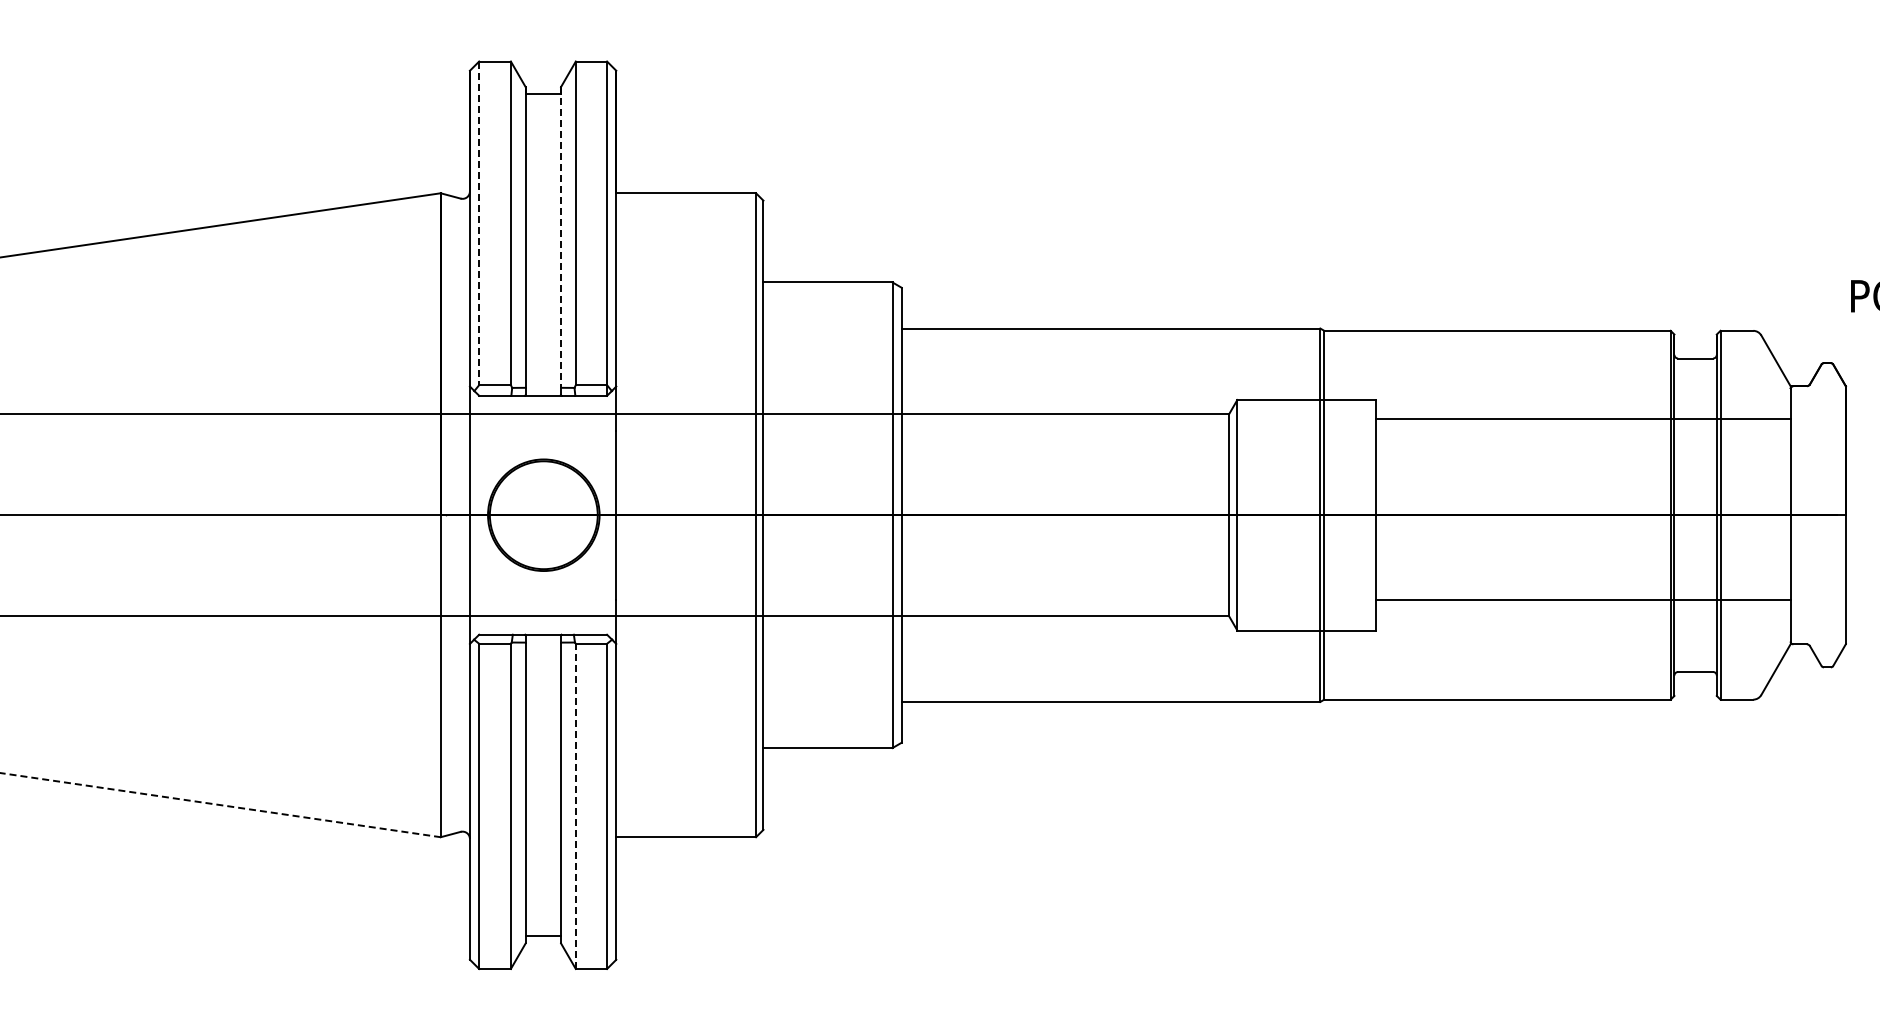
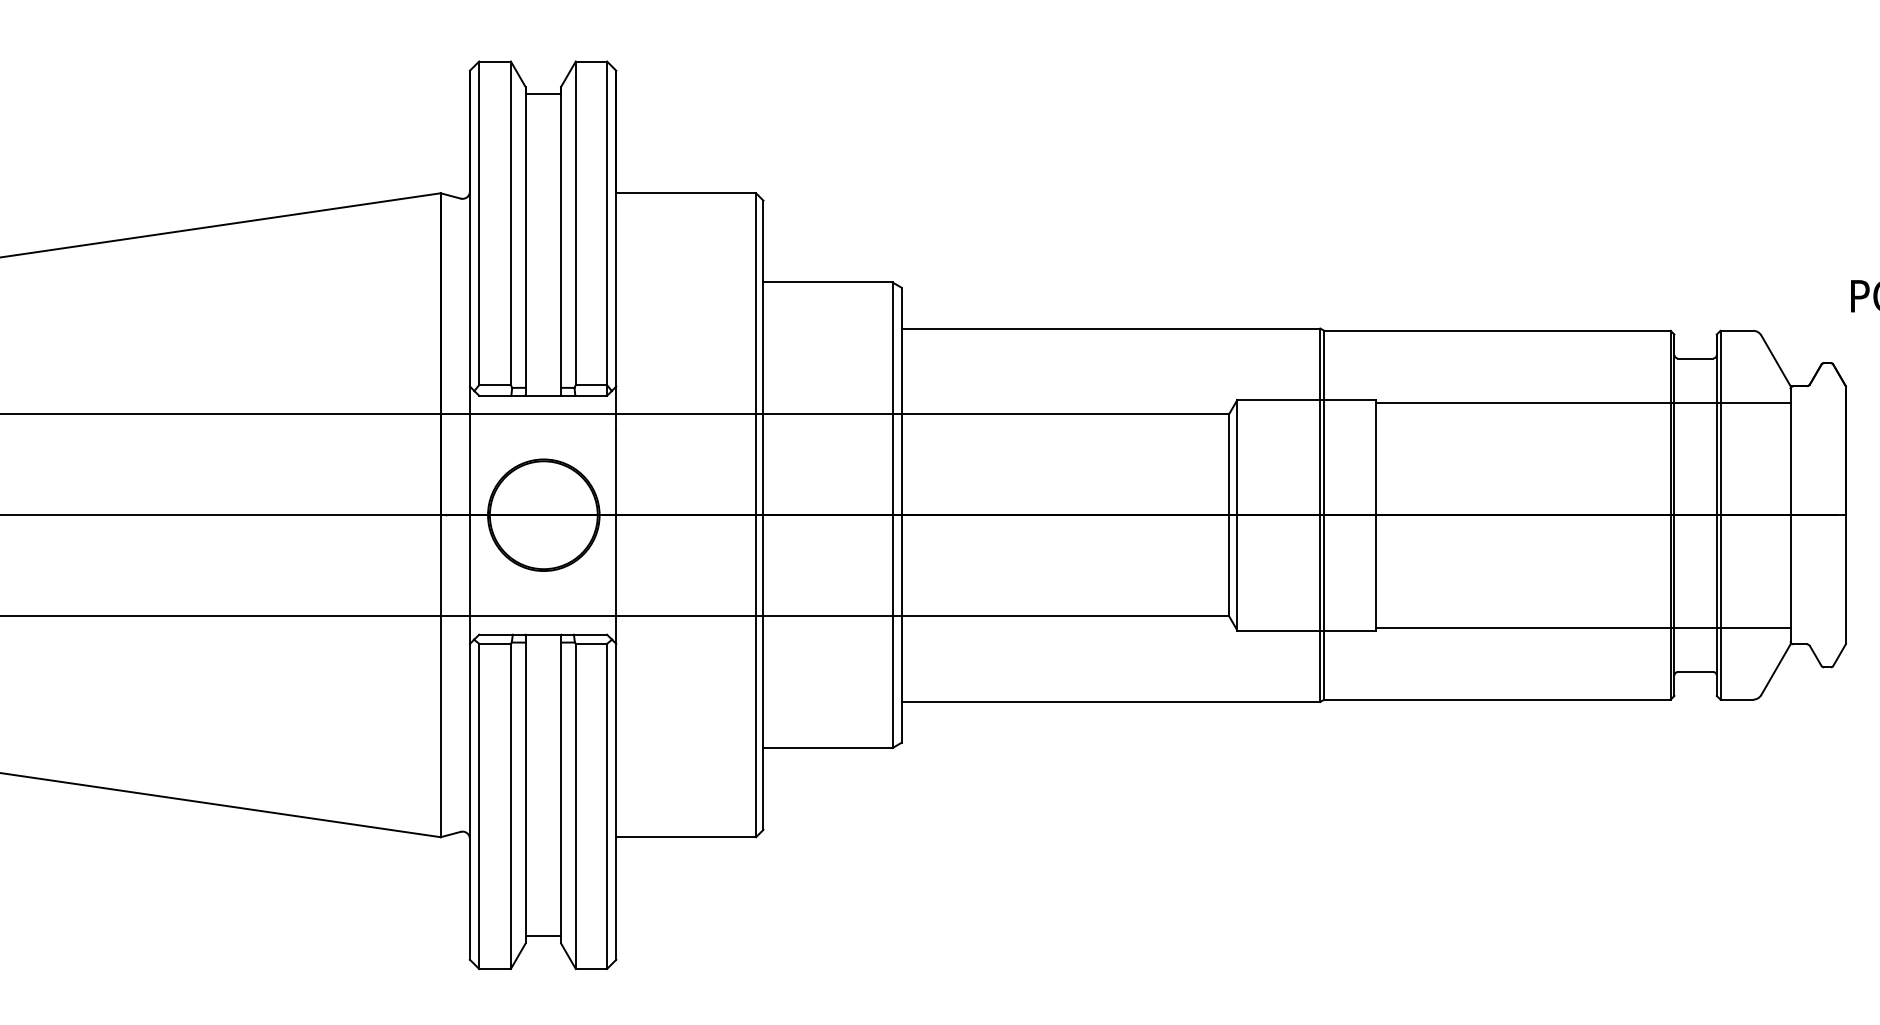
line at (479, 223): dashed -> solid
line at (561, 237): dashed -> solid
line at (1582, 418) position: (1582, 418) -> (1582, 402)
line at (1582, 599) position: (1582, 599) -> (1582, 627)
line at (221, 805): dashed -> solid
line at (575, 806): dashed -> solid
